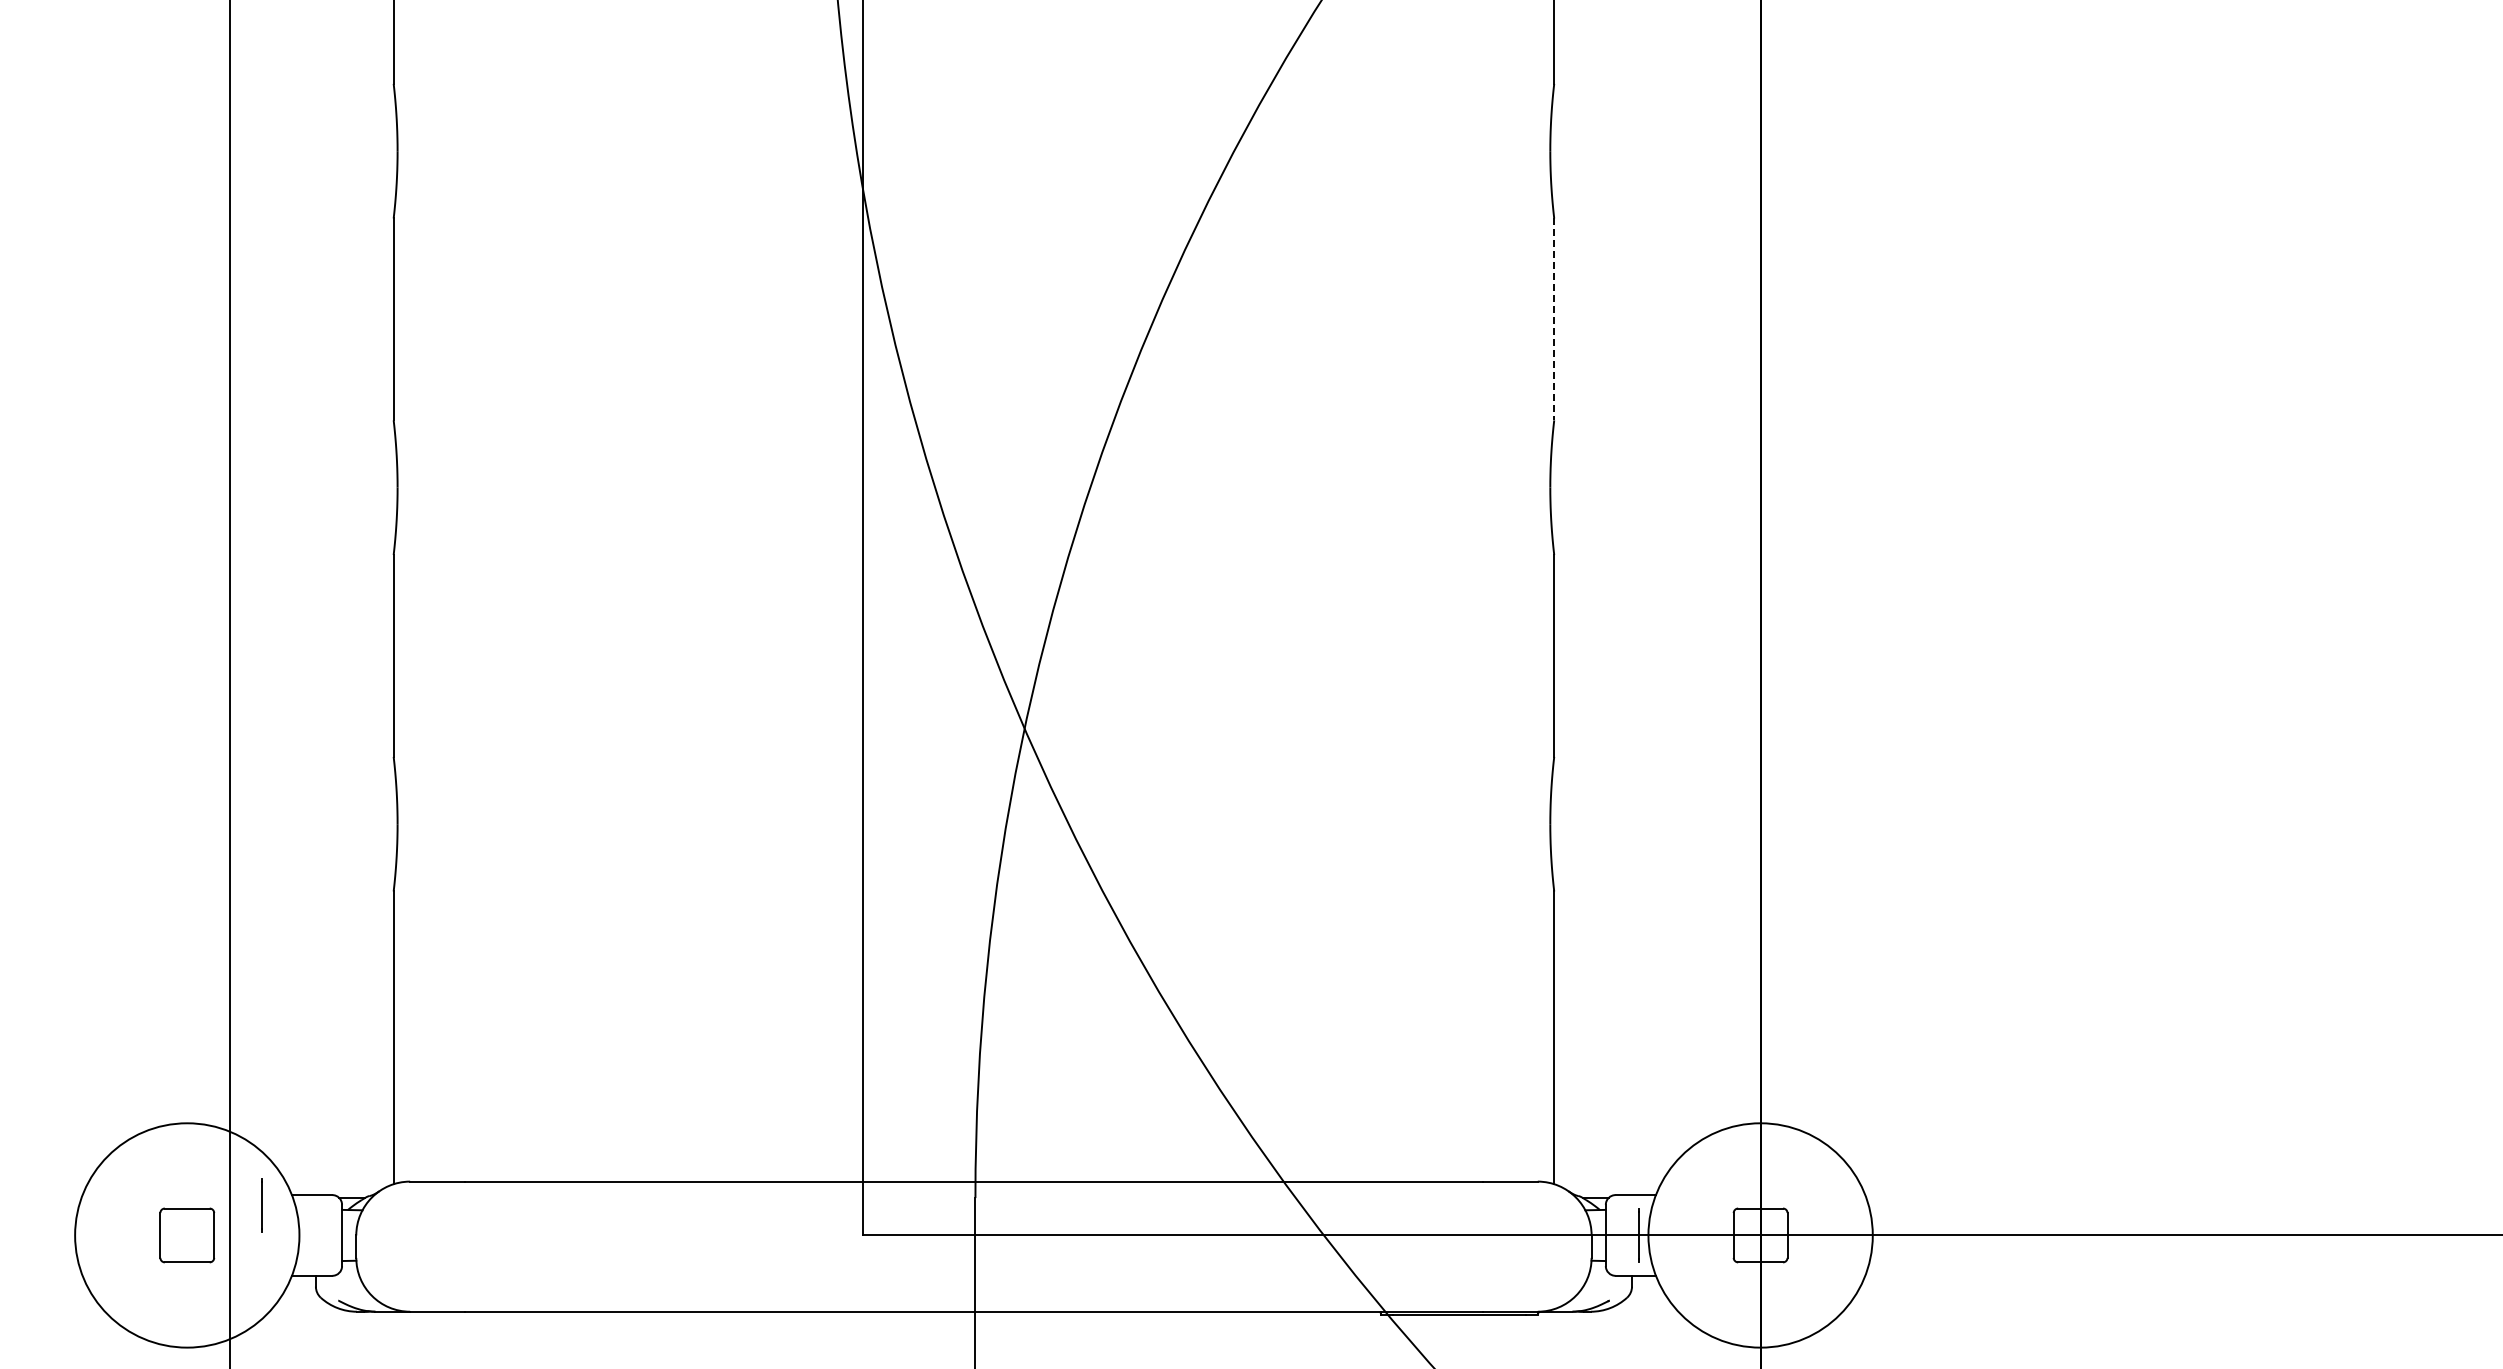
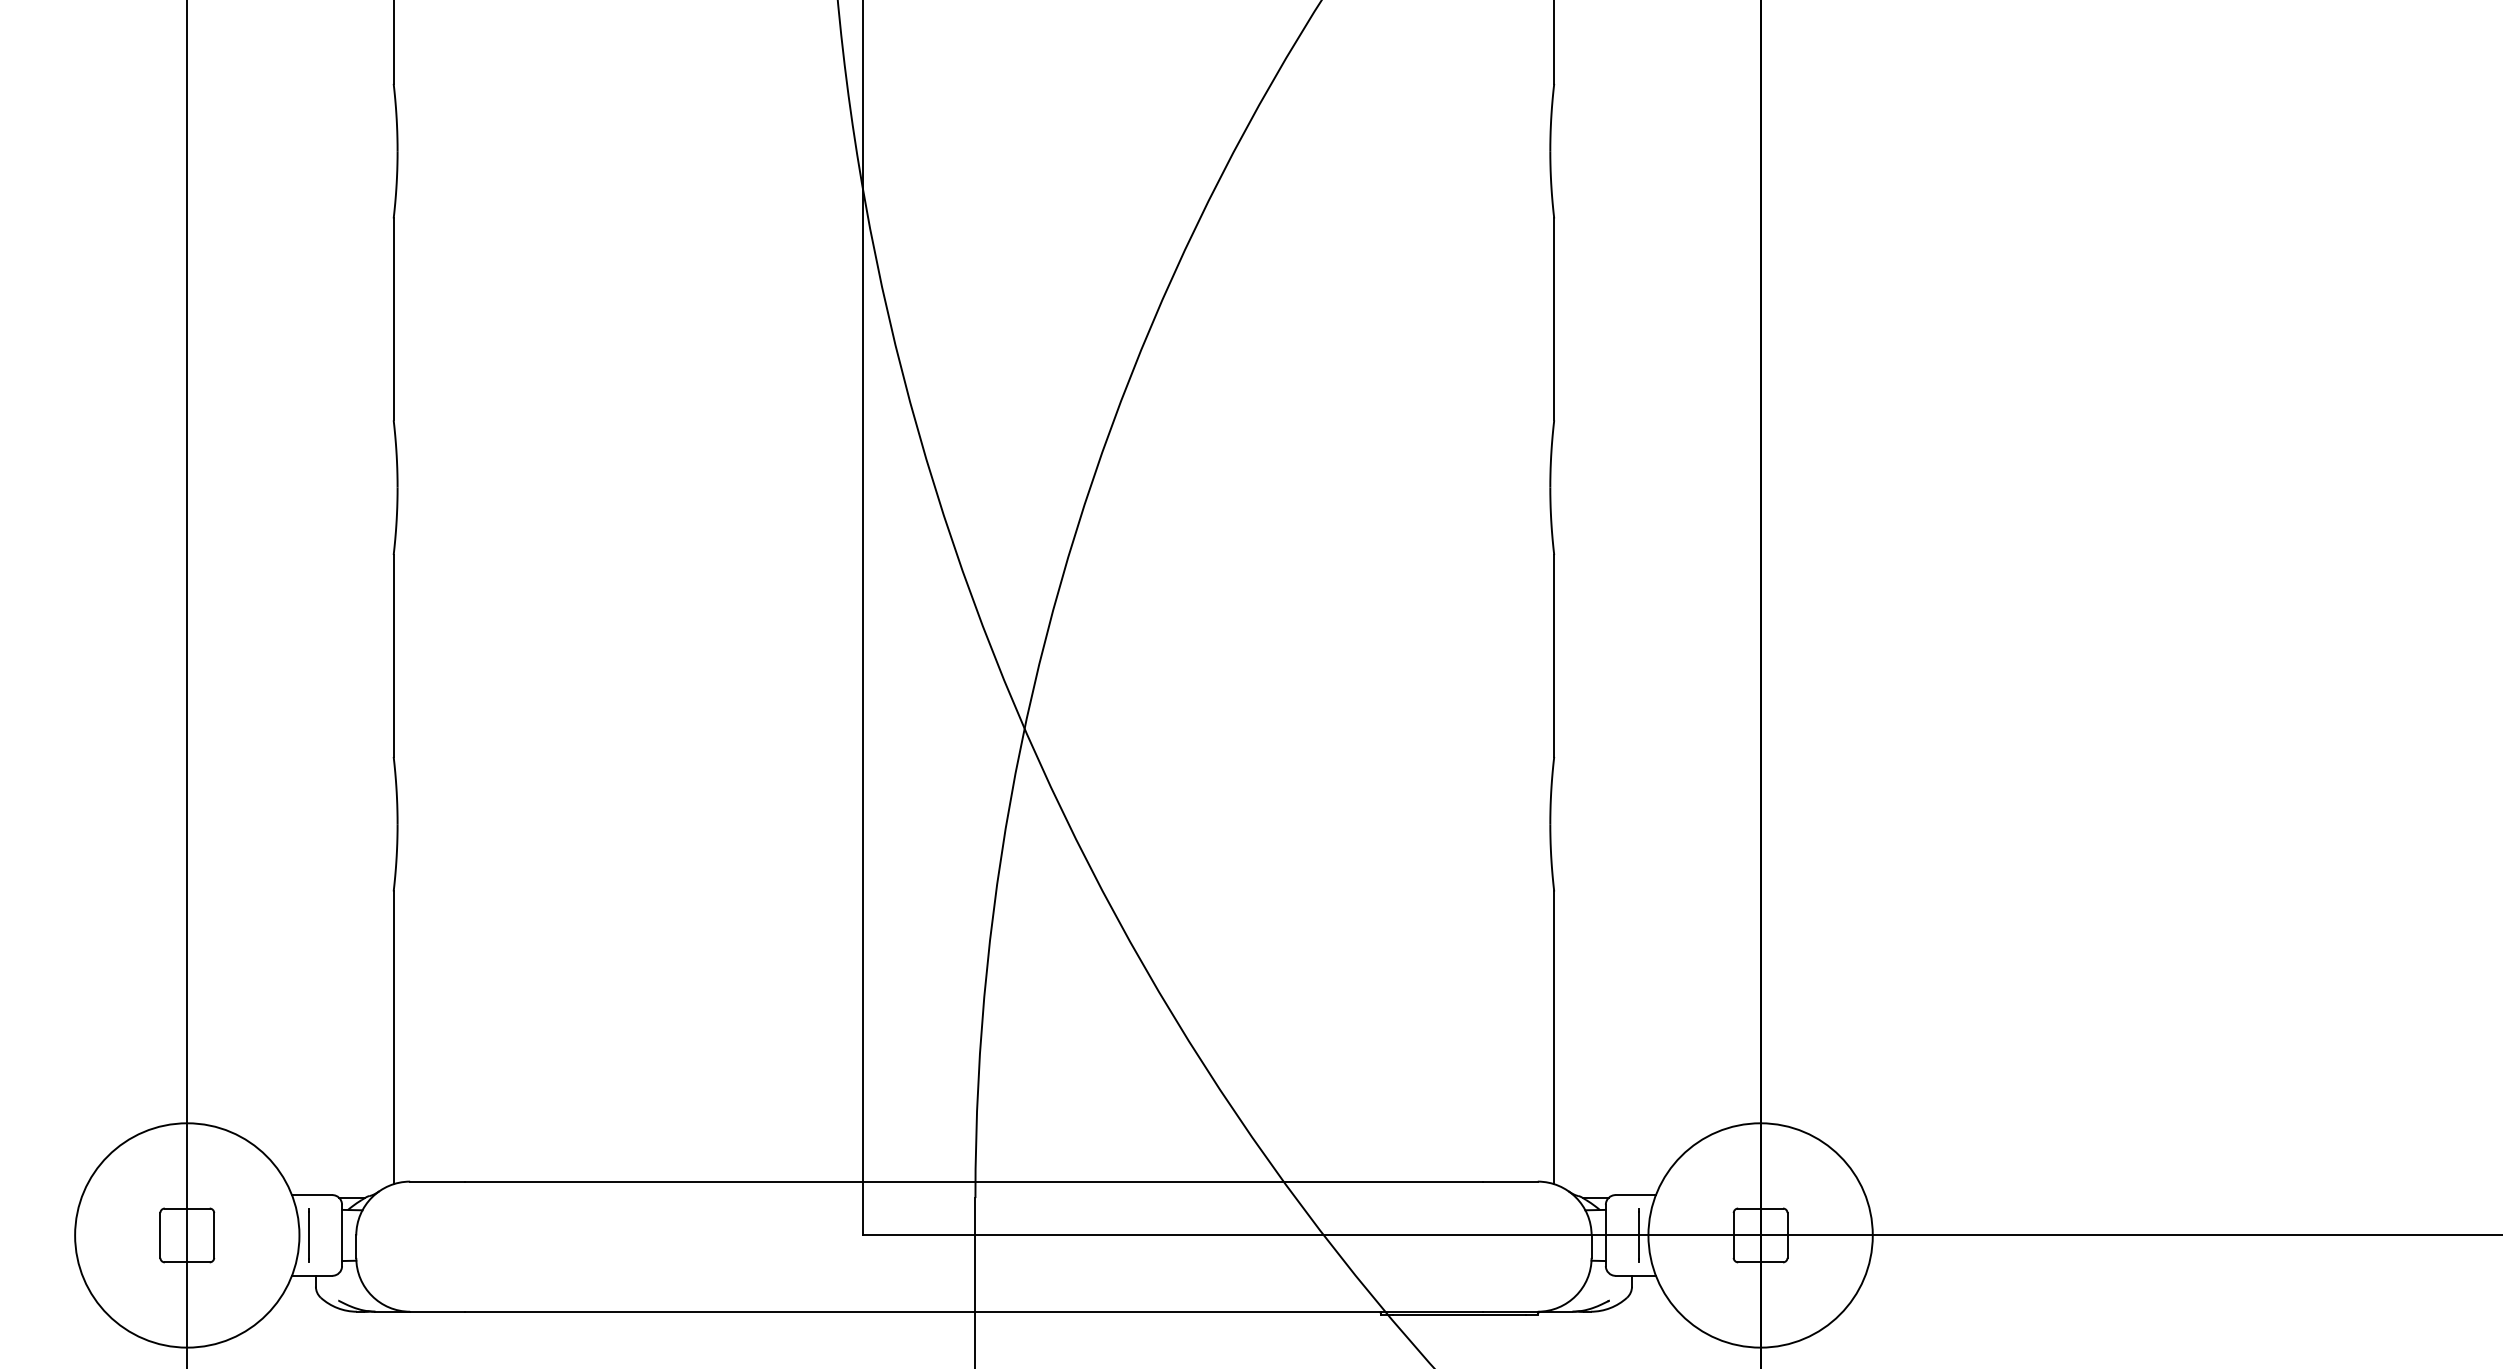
line at (1554, 319): dashed -> solid
line at (230, 683) position: (230, 683) -> (187, 683)
line at (261, 1205) position: (261, 1205) -> (308, 1235)
